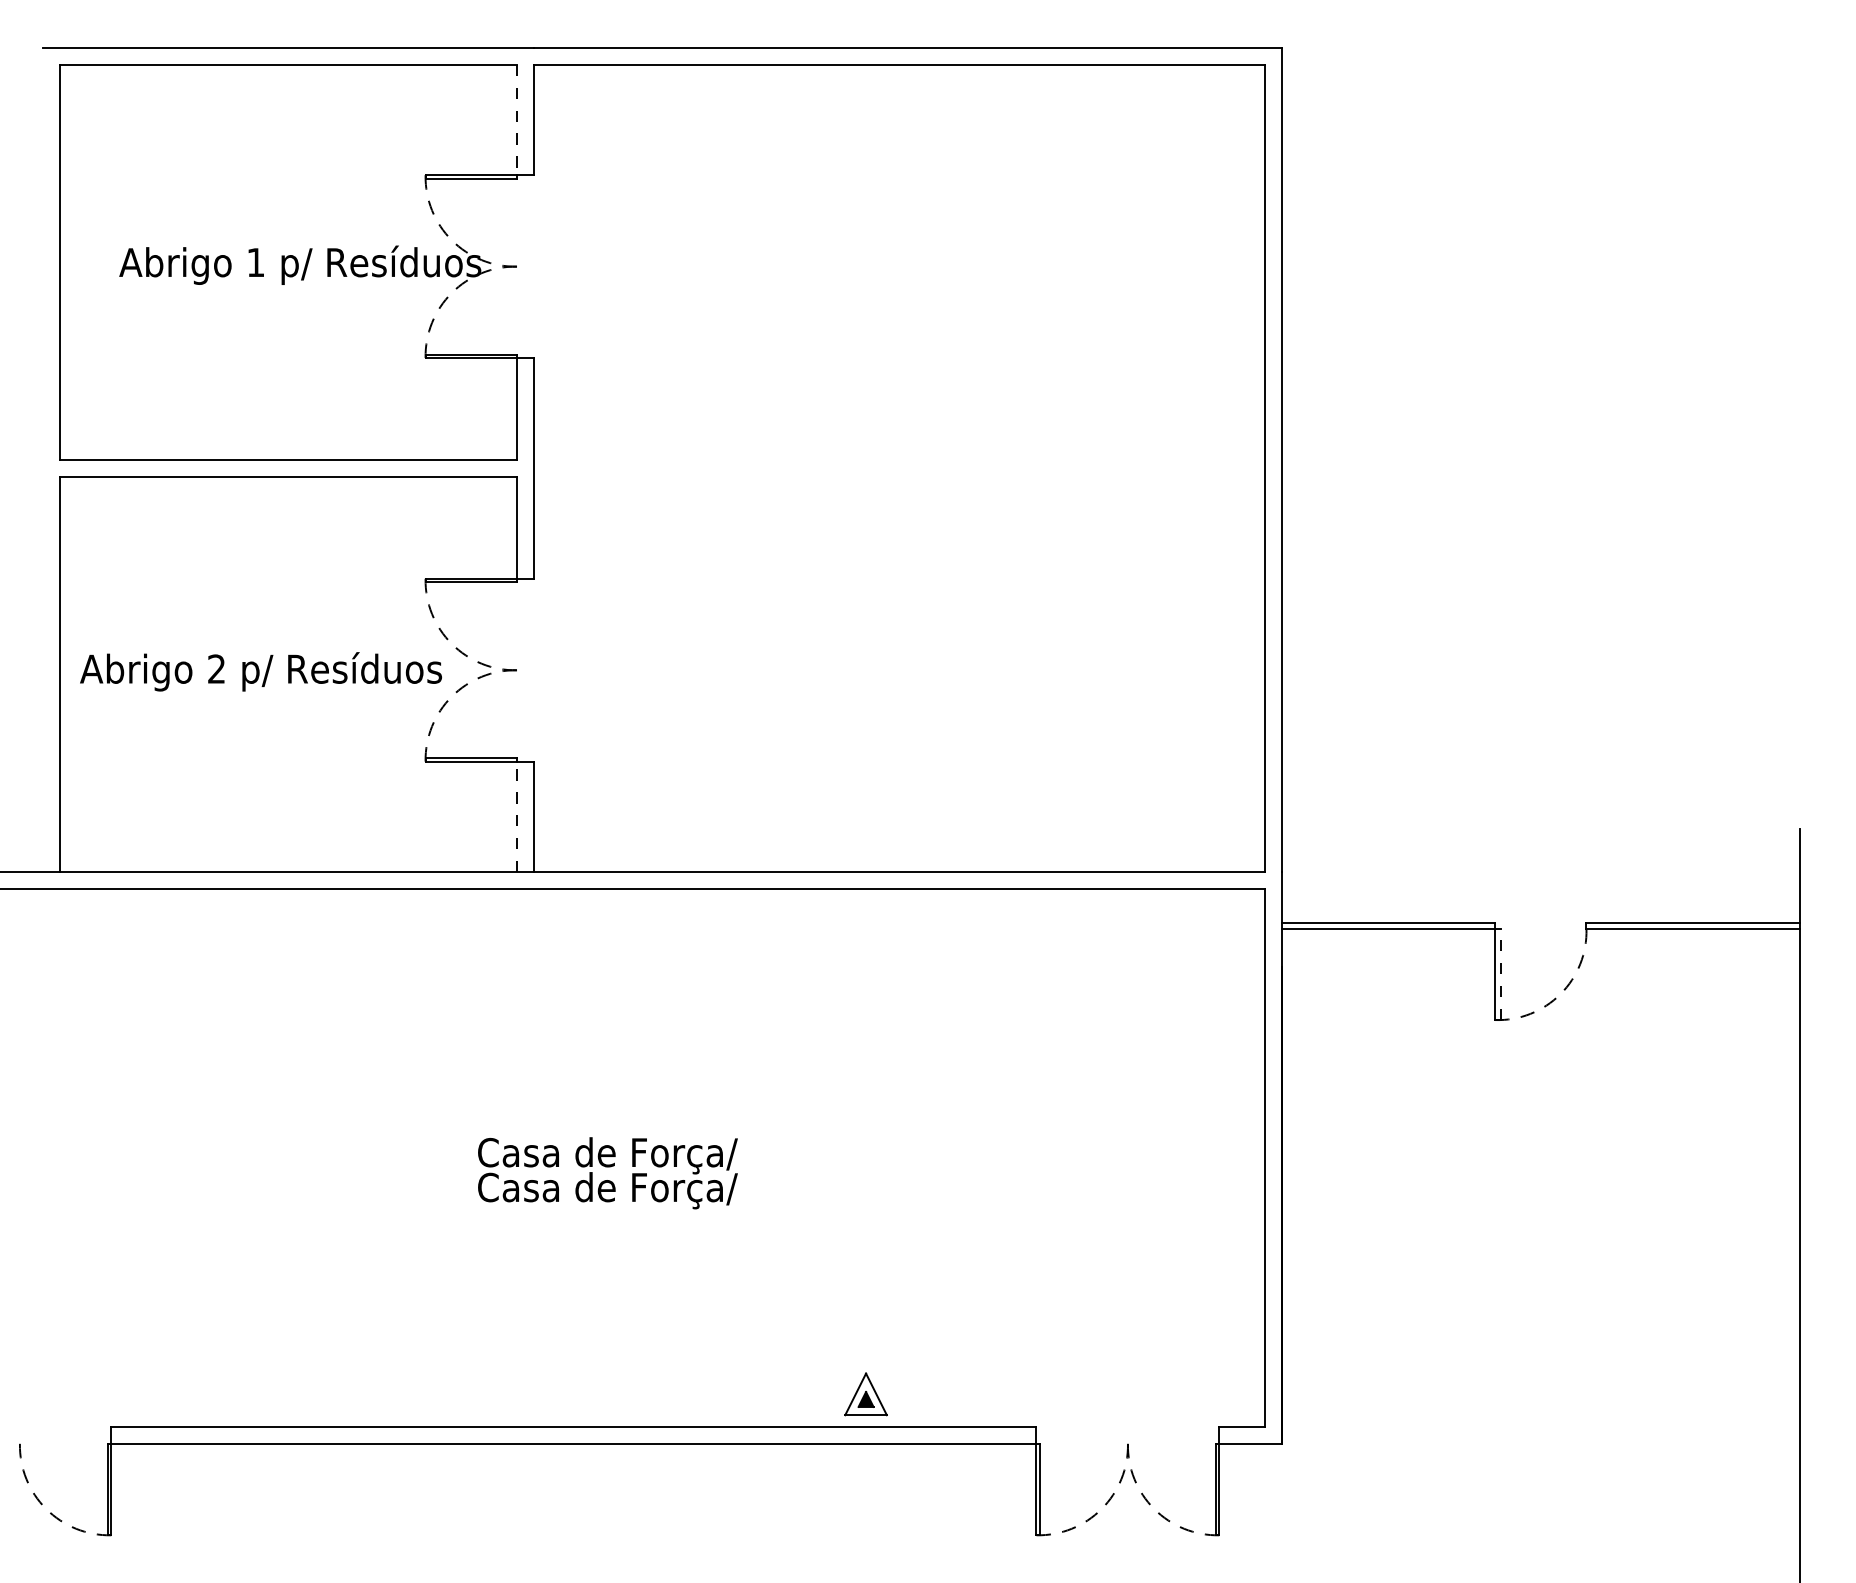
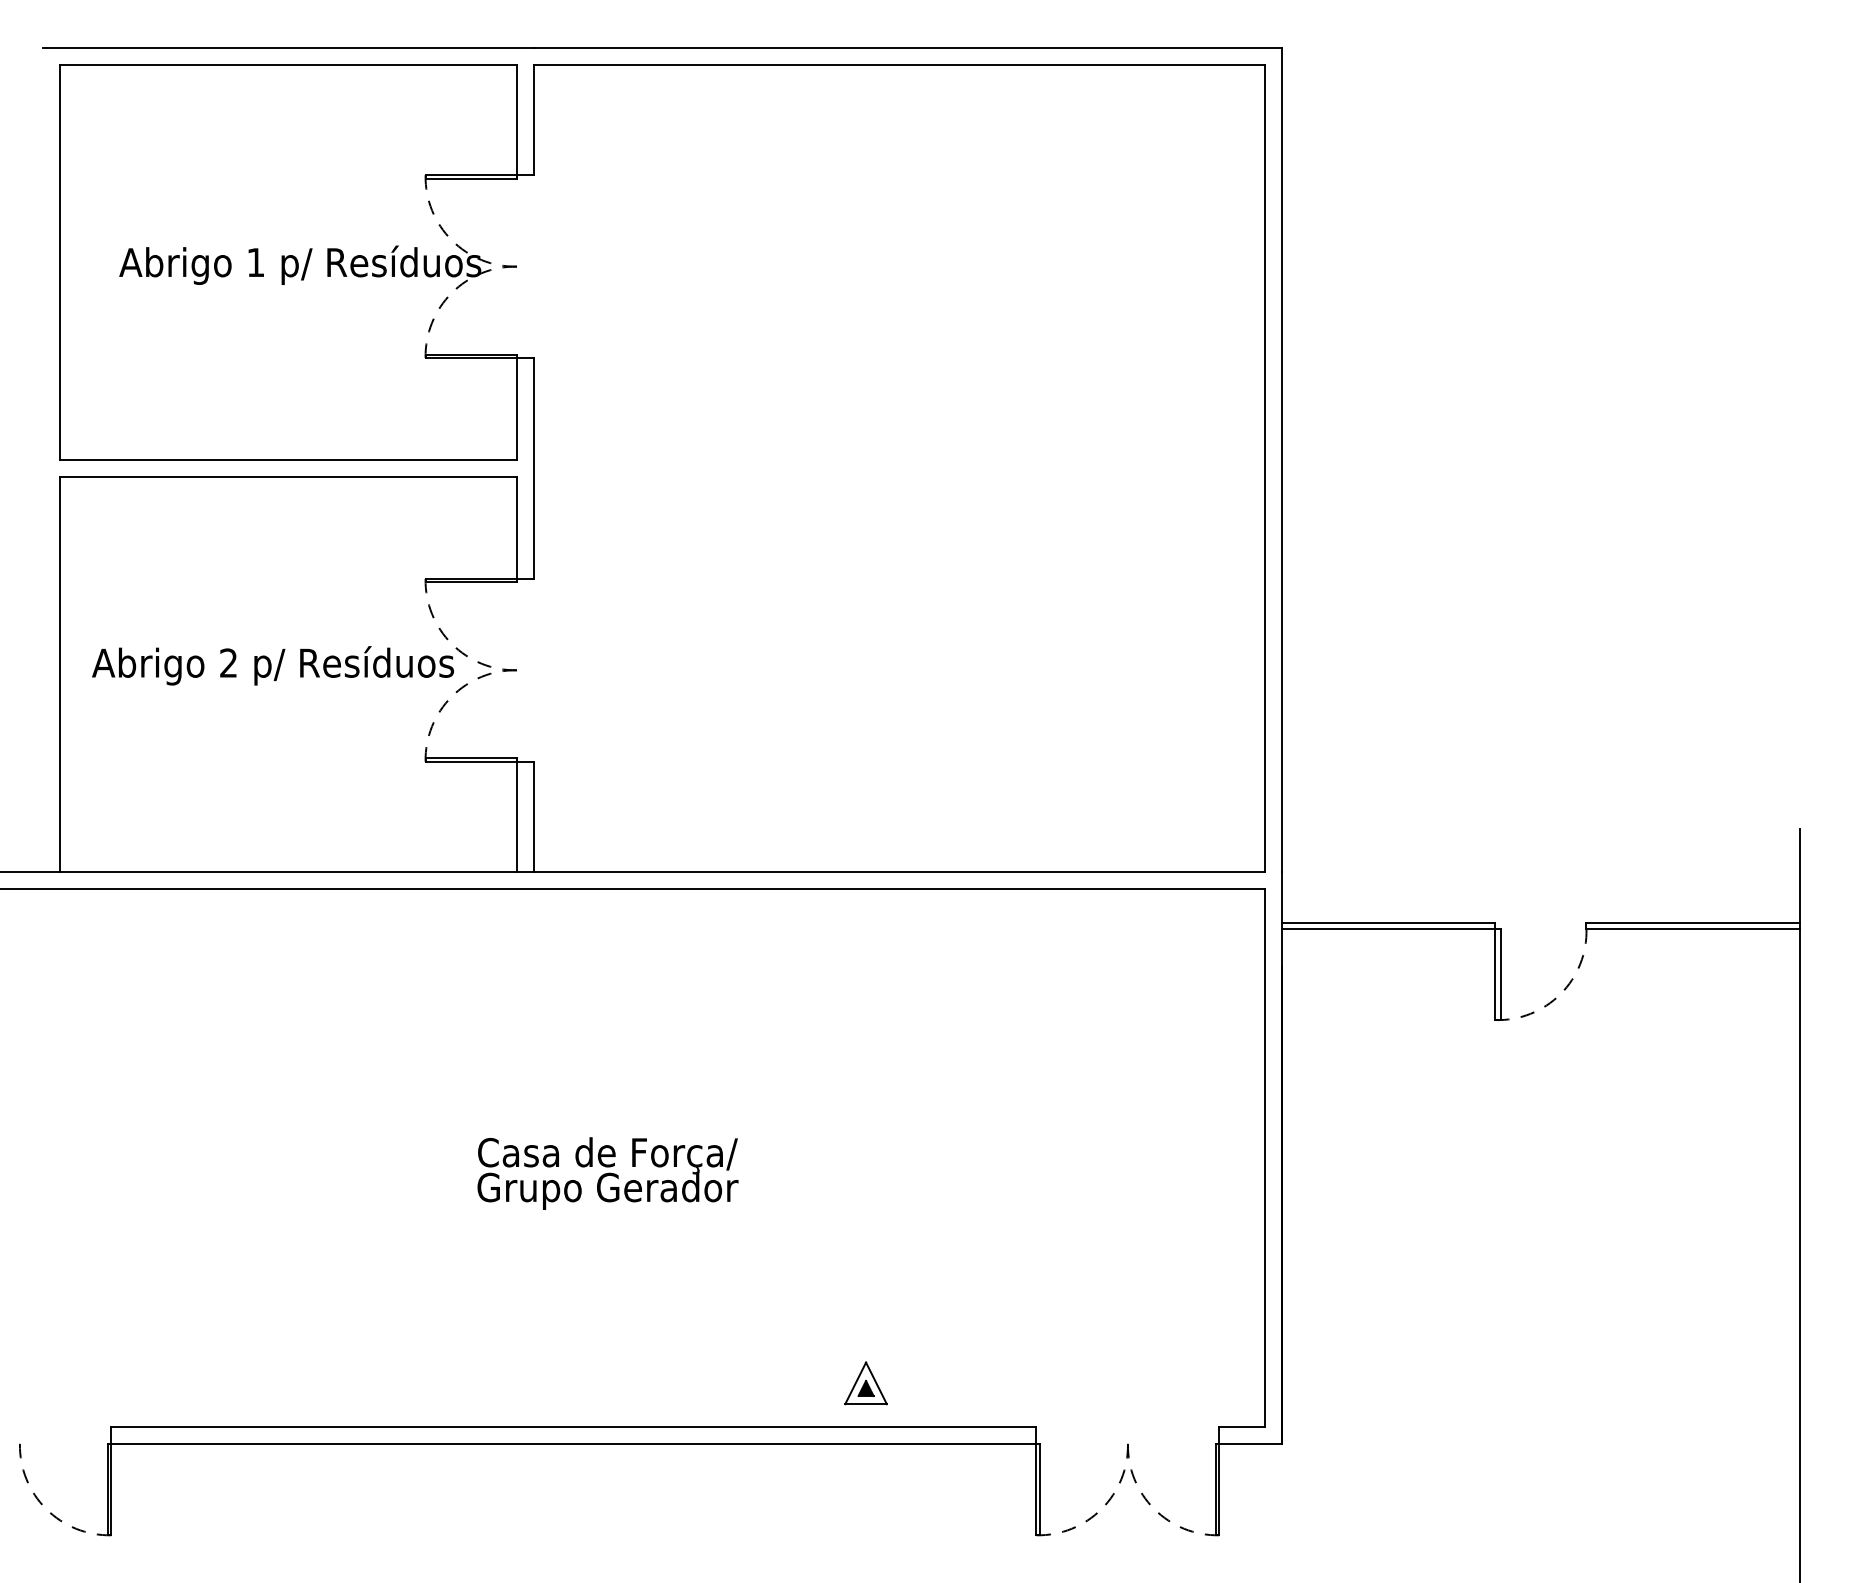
line at (517, 121): dashed -> solid
text at (260, 671) position: (260, 671) -> (272, 665)
line at (517, 815): dashed -> solid
line at (1500, 974): dashed -> solid
text at (607, 1190): Casa de Força/ -> Grupo Gerador
part at (865, 1394) position: (865, 1394) -> (865, 1383)
